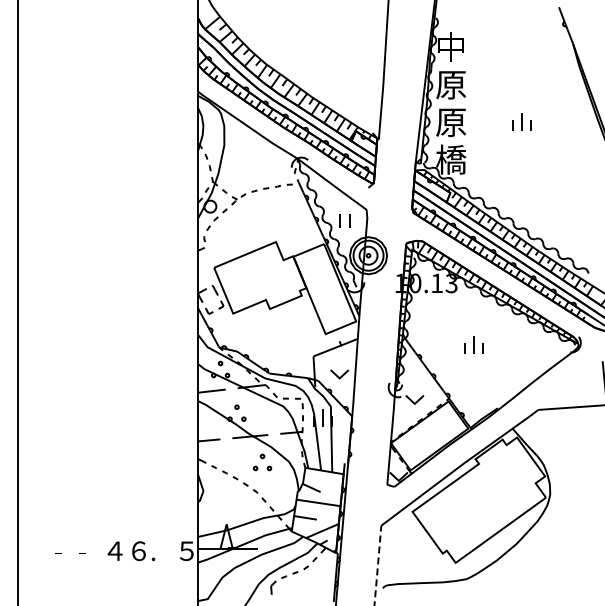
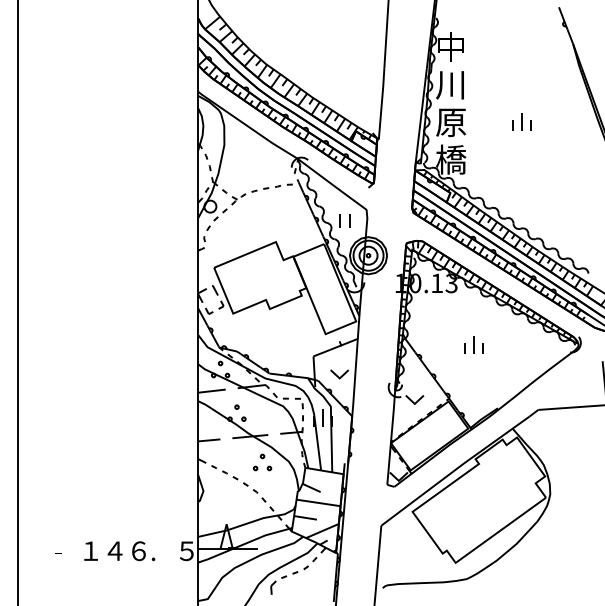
text at (451, 85): 原 -> 川
text at (88, 550): - -> １
line at (377, 565): dashed -> solid
